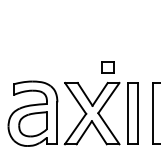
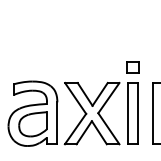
part at (107, 67) position: (107, 67) -> (132, 67)
